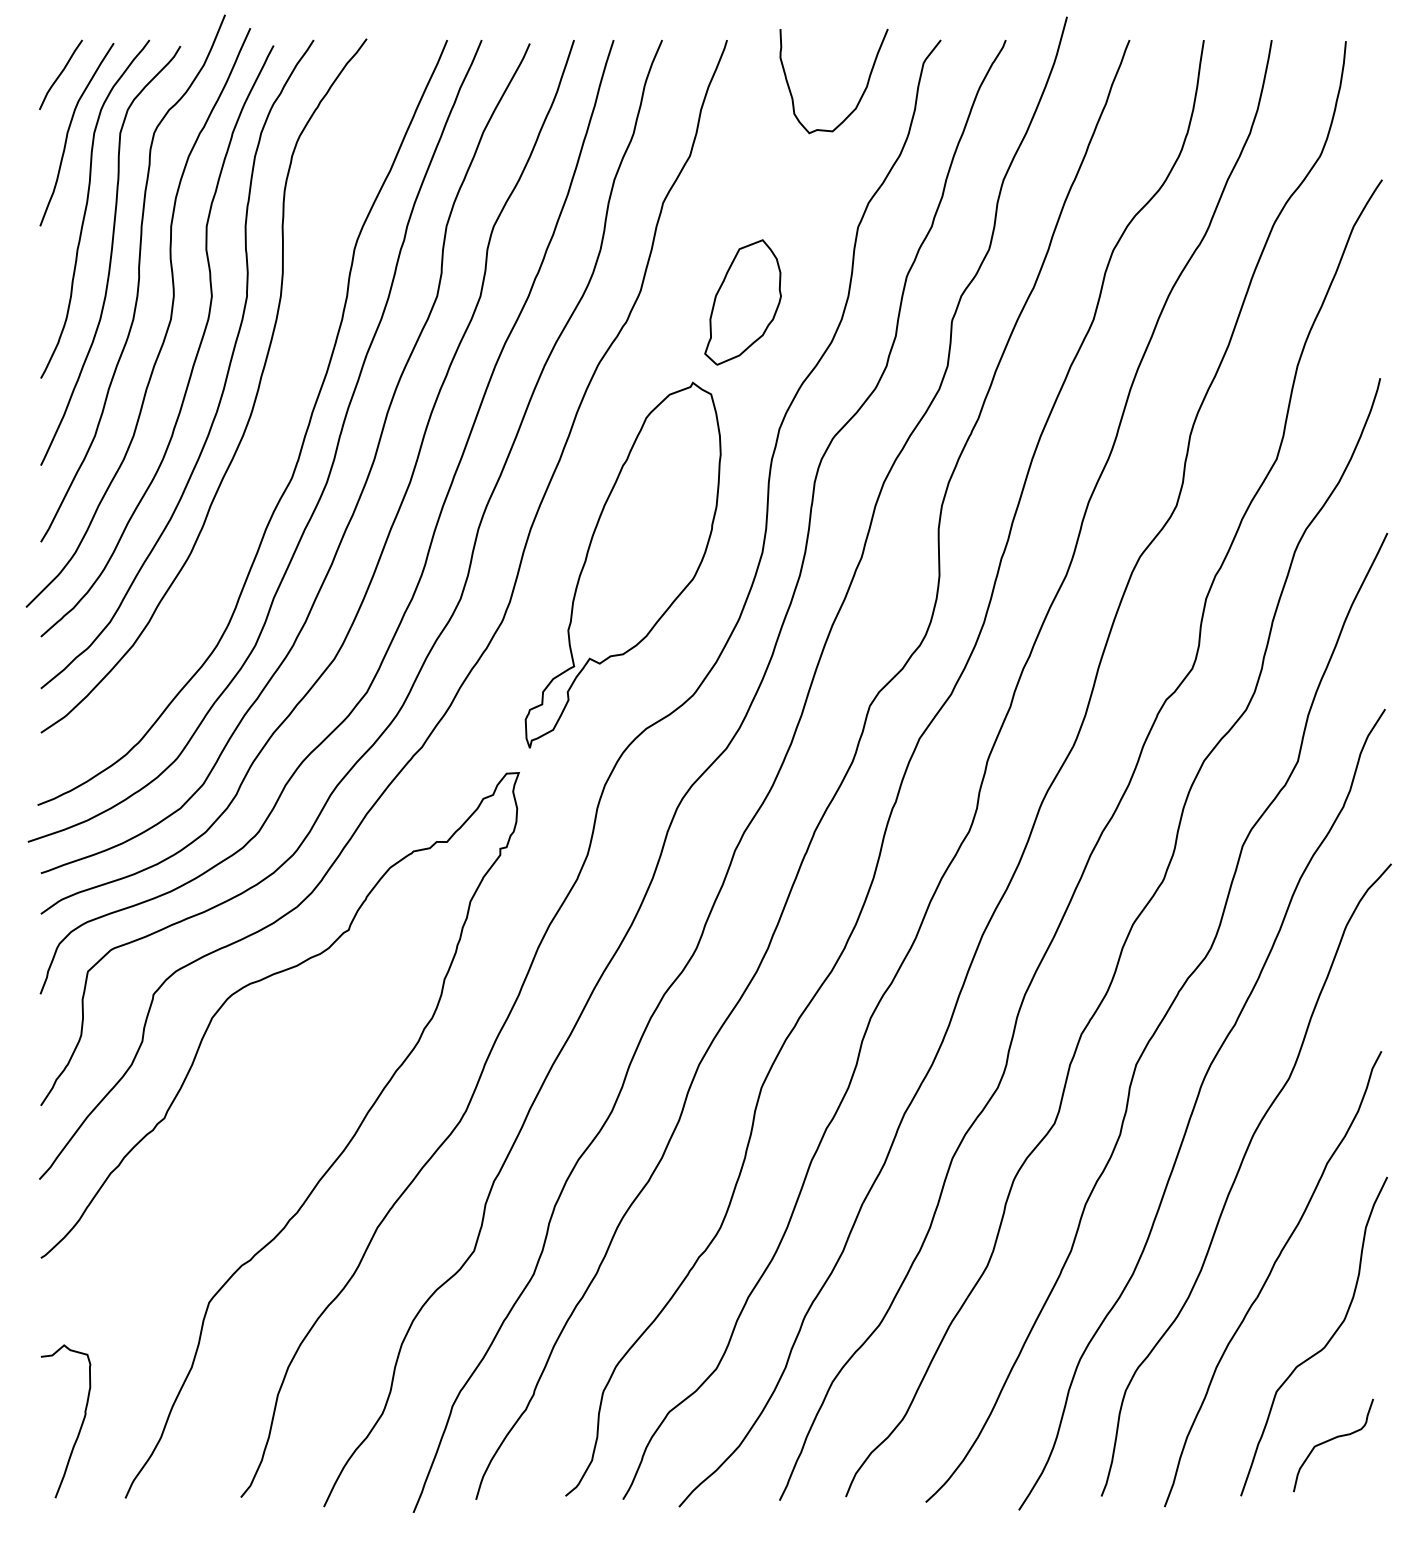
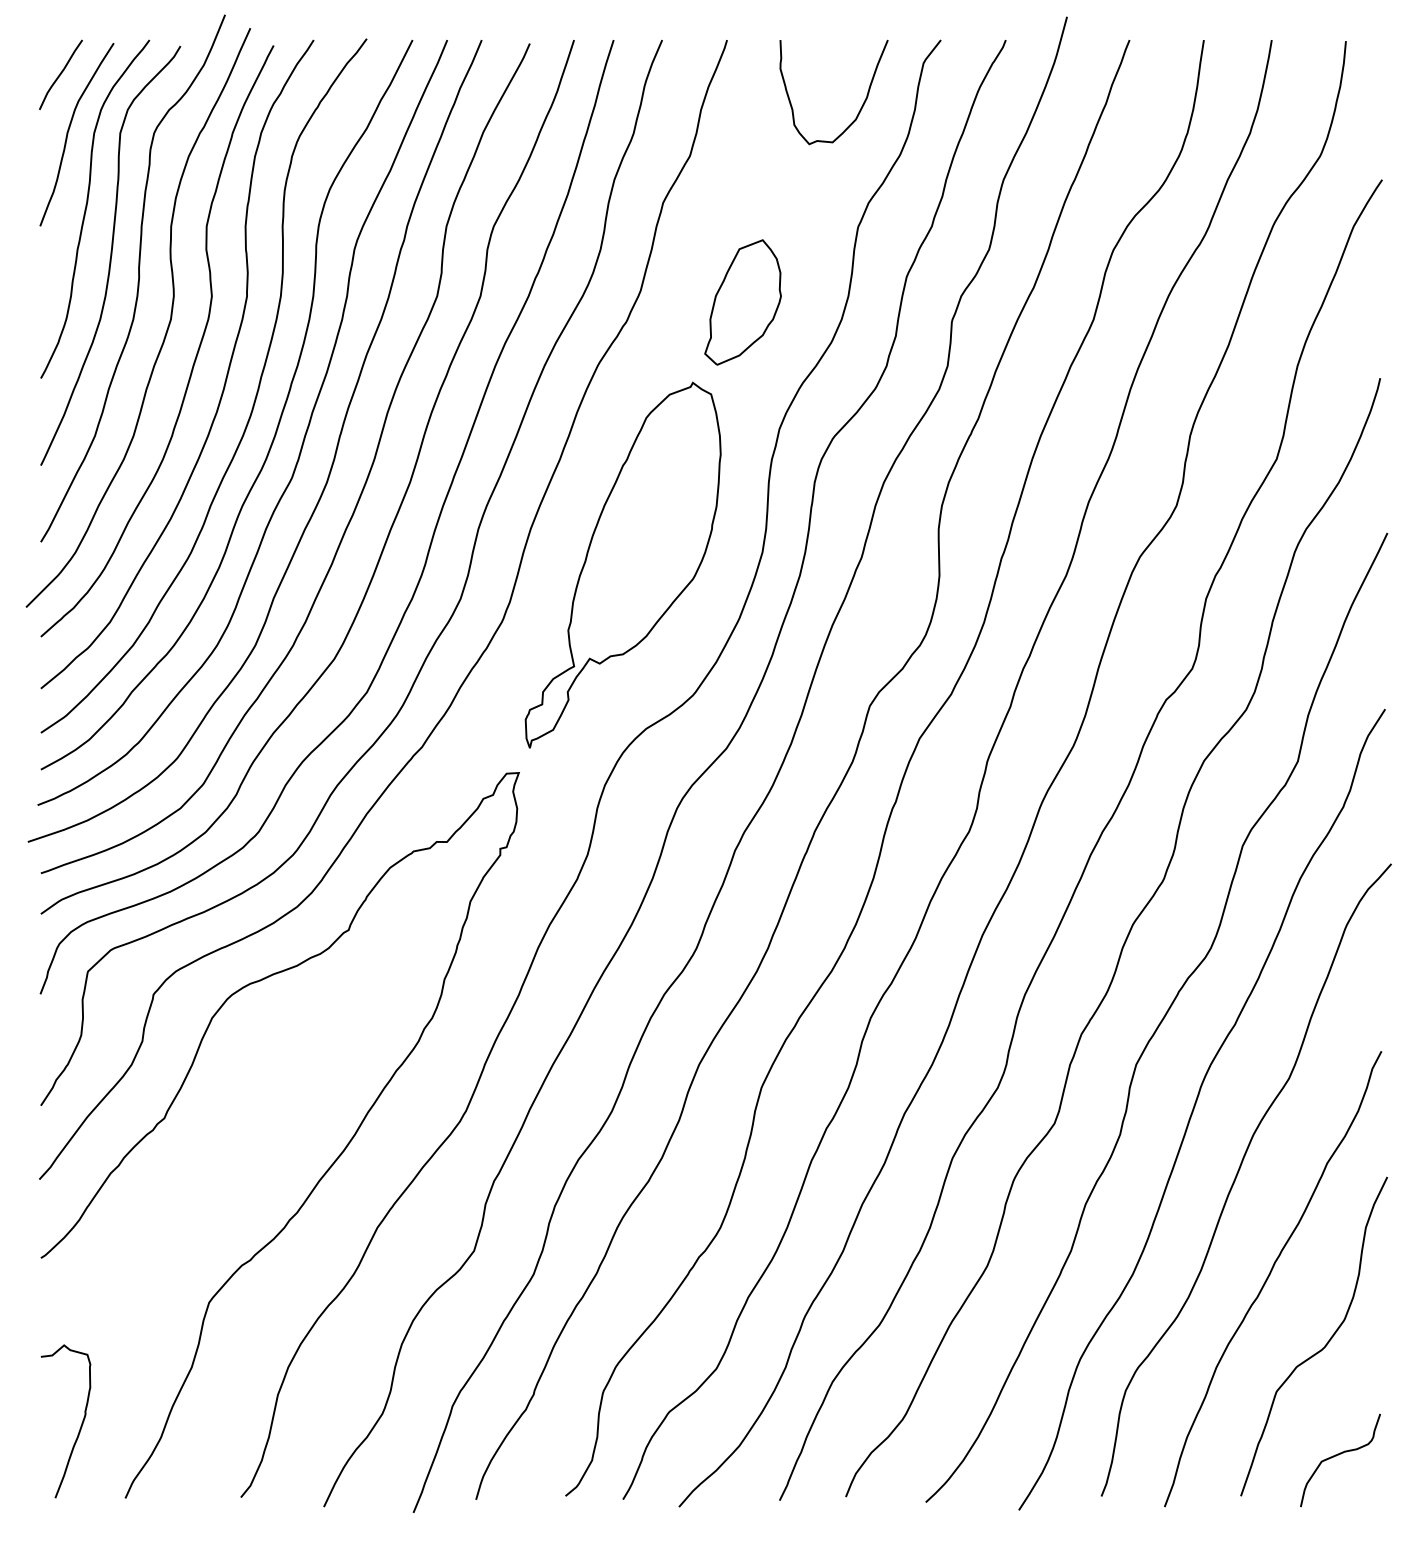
curve at (861, 95) position: (861, 95) -> (861, 106)
curve at (279, 417): none -> present
curve at (1331, 1440) position: (1331, 1440) -> (1338, 1455)
